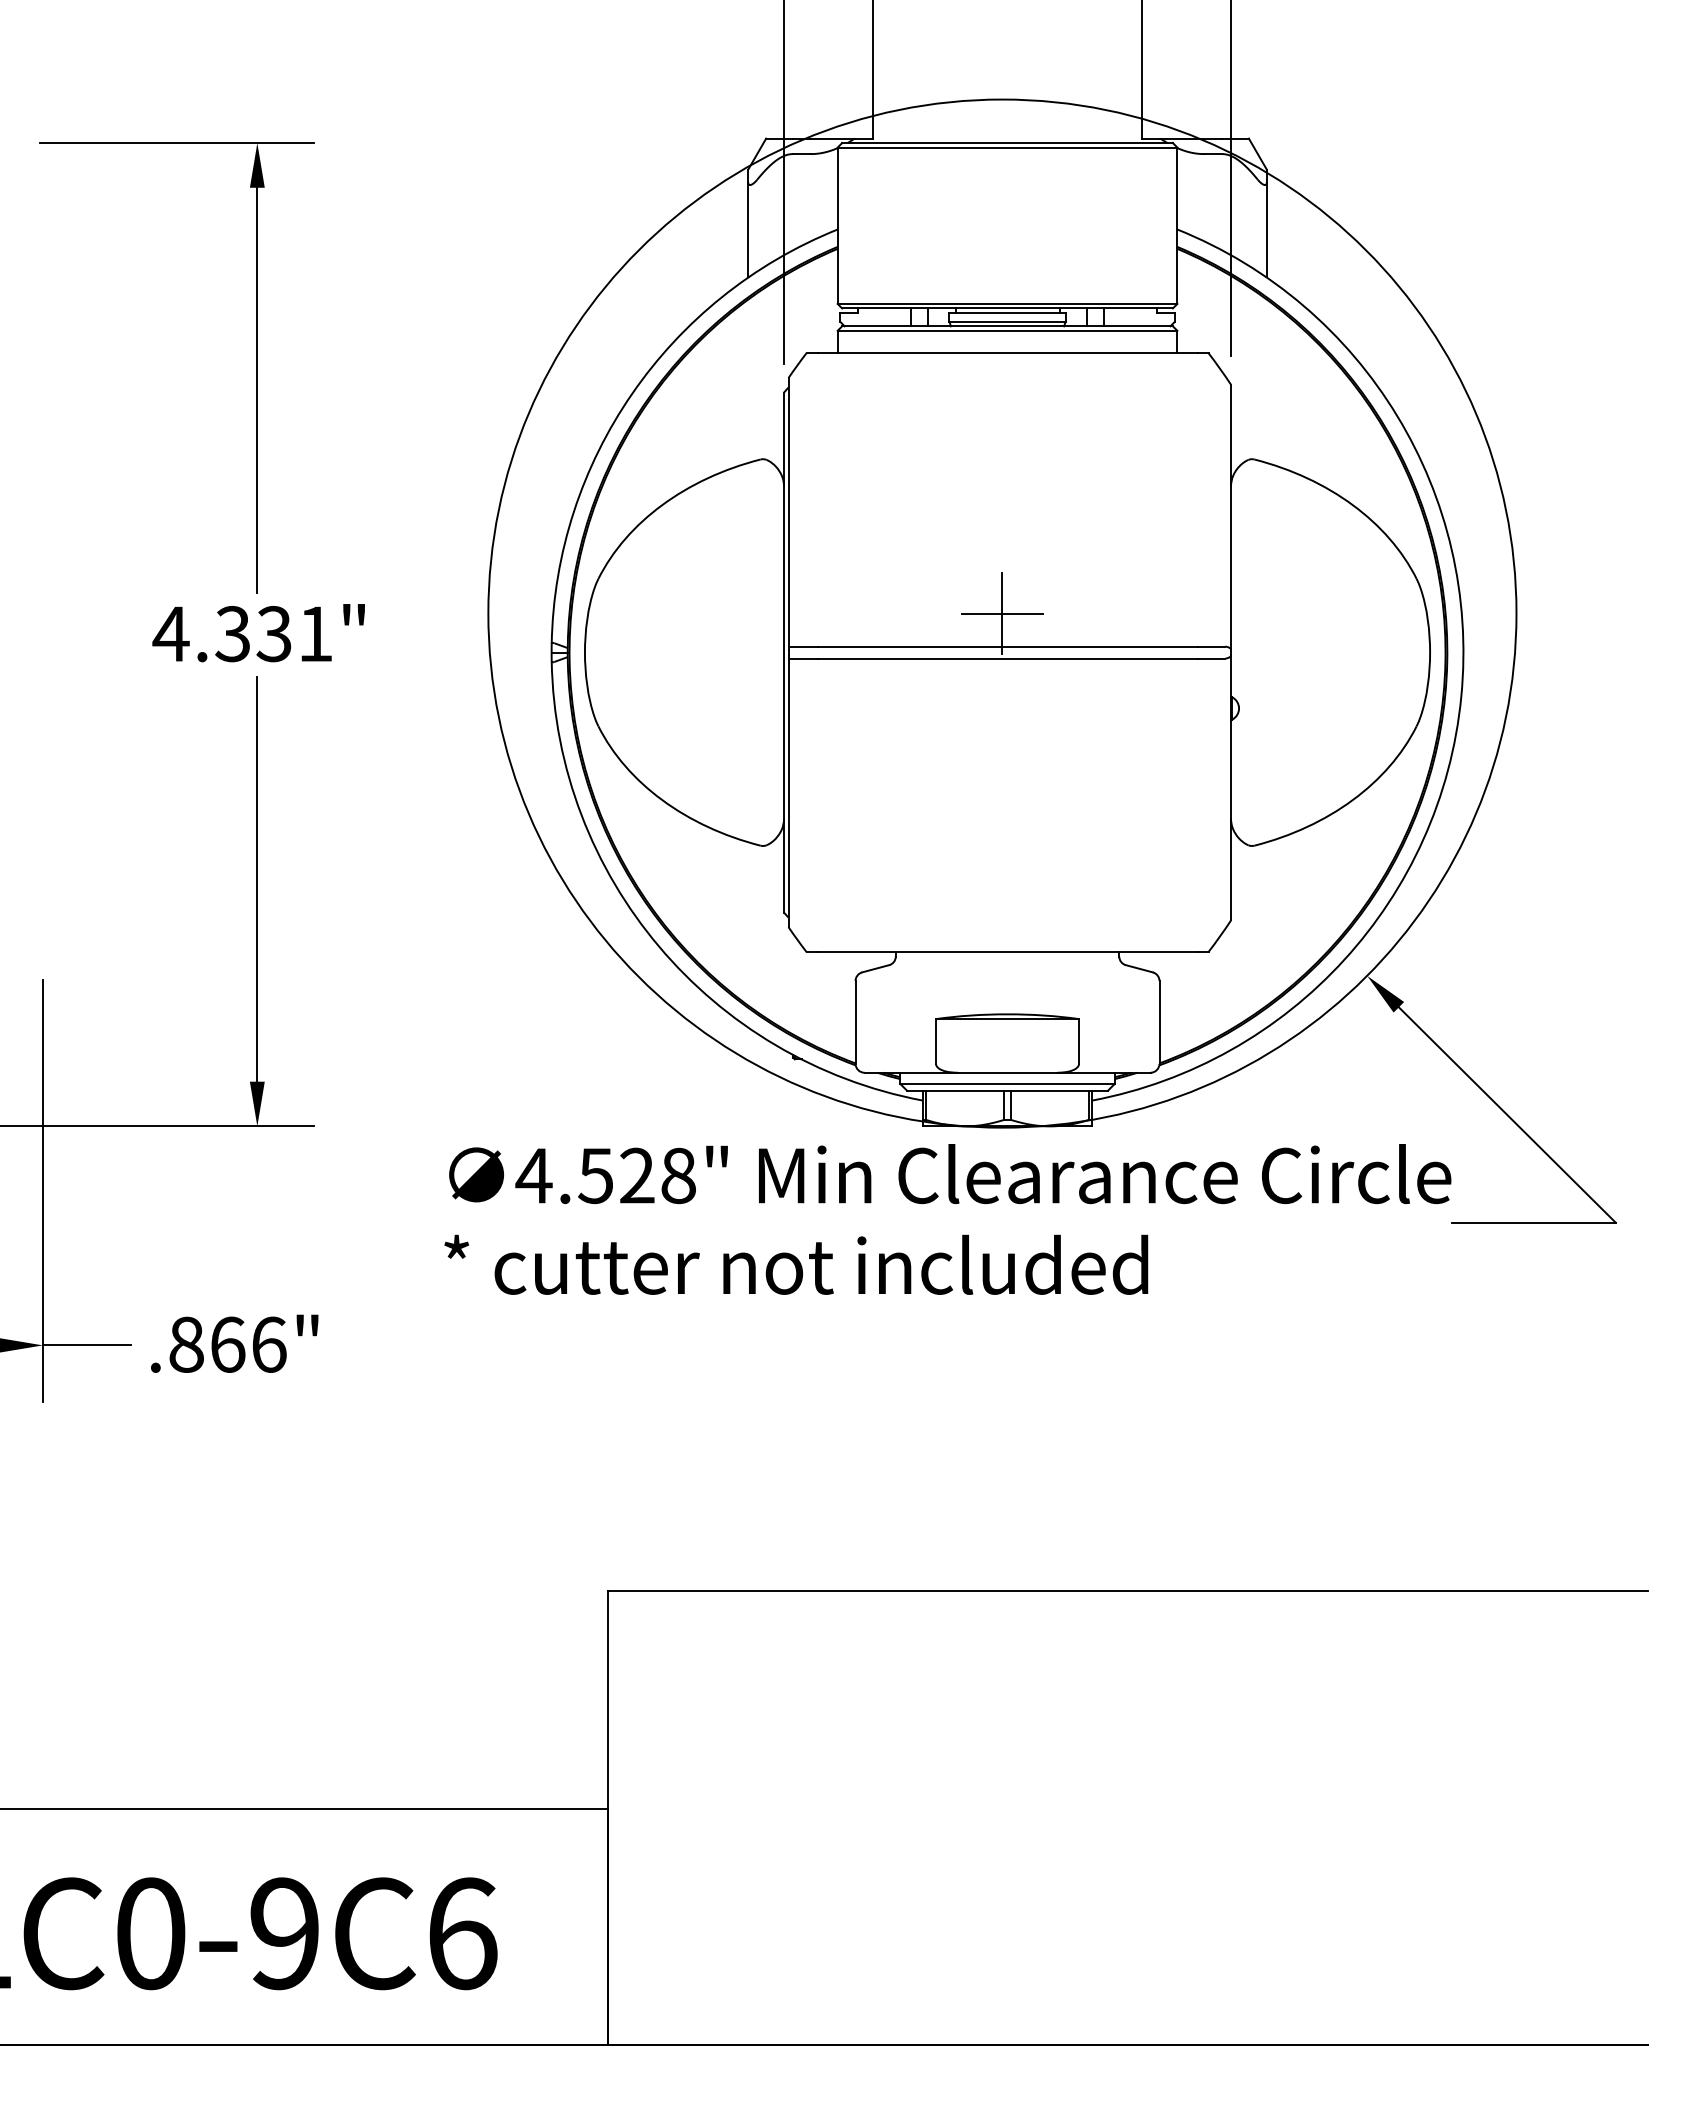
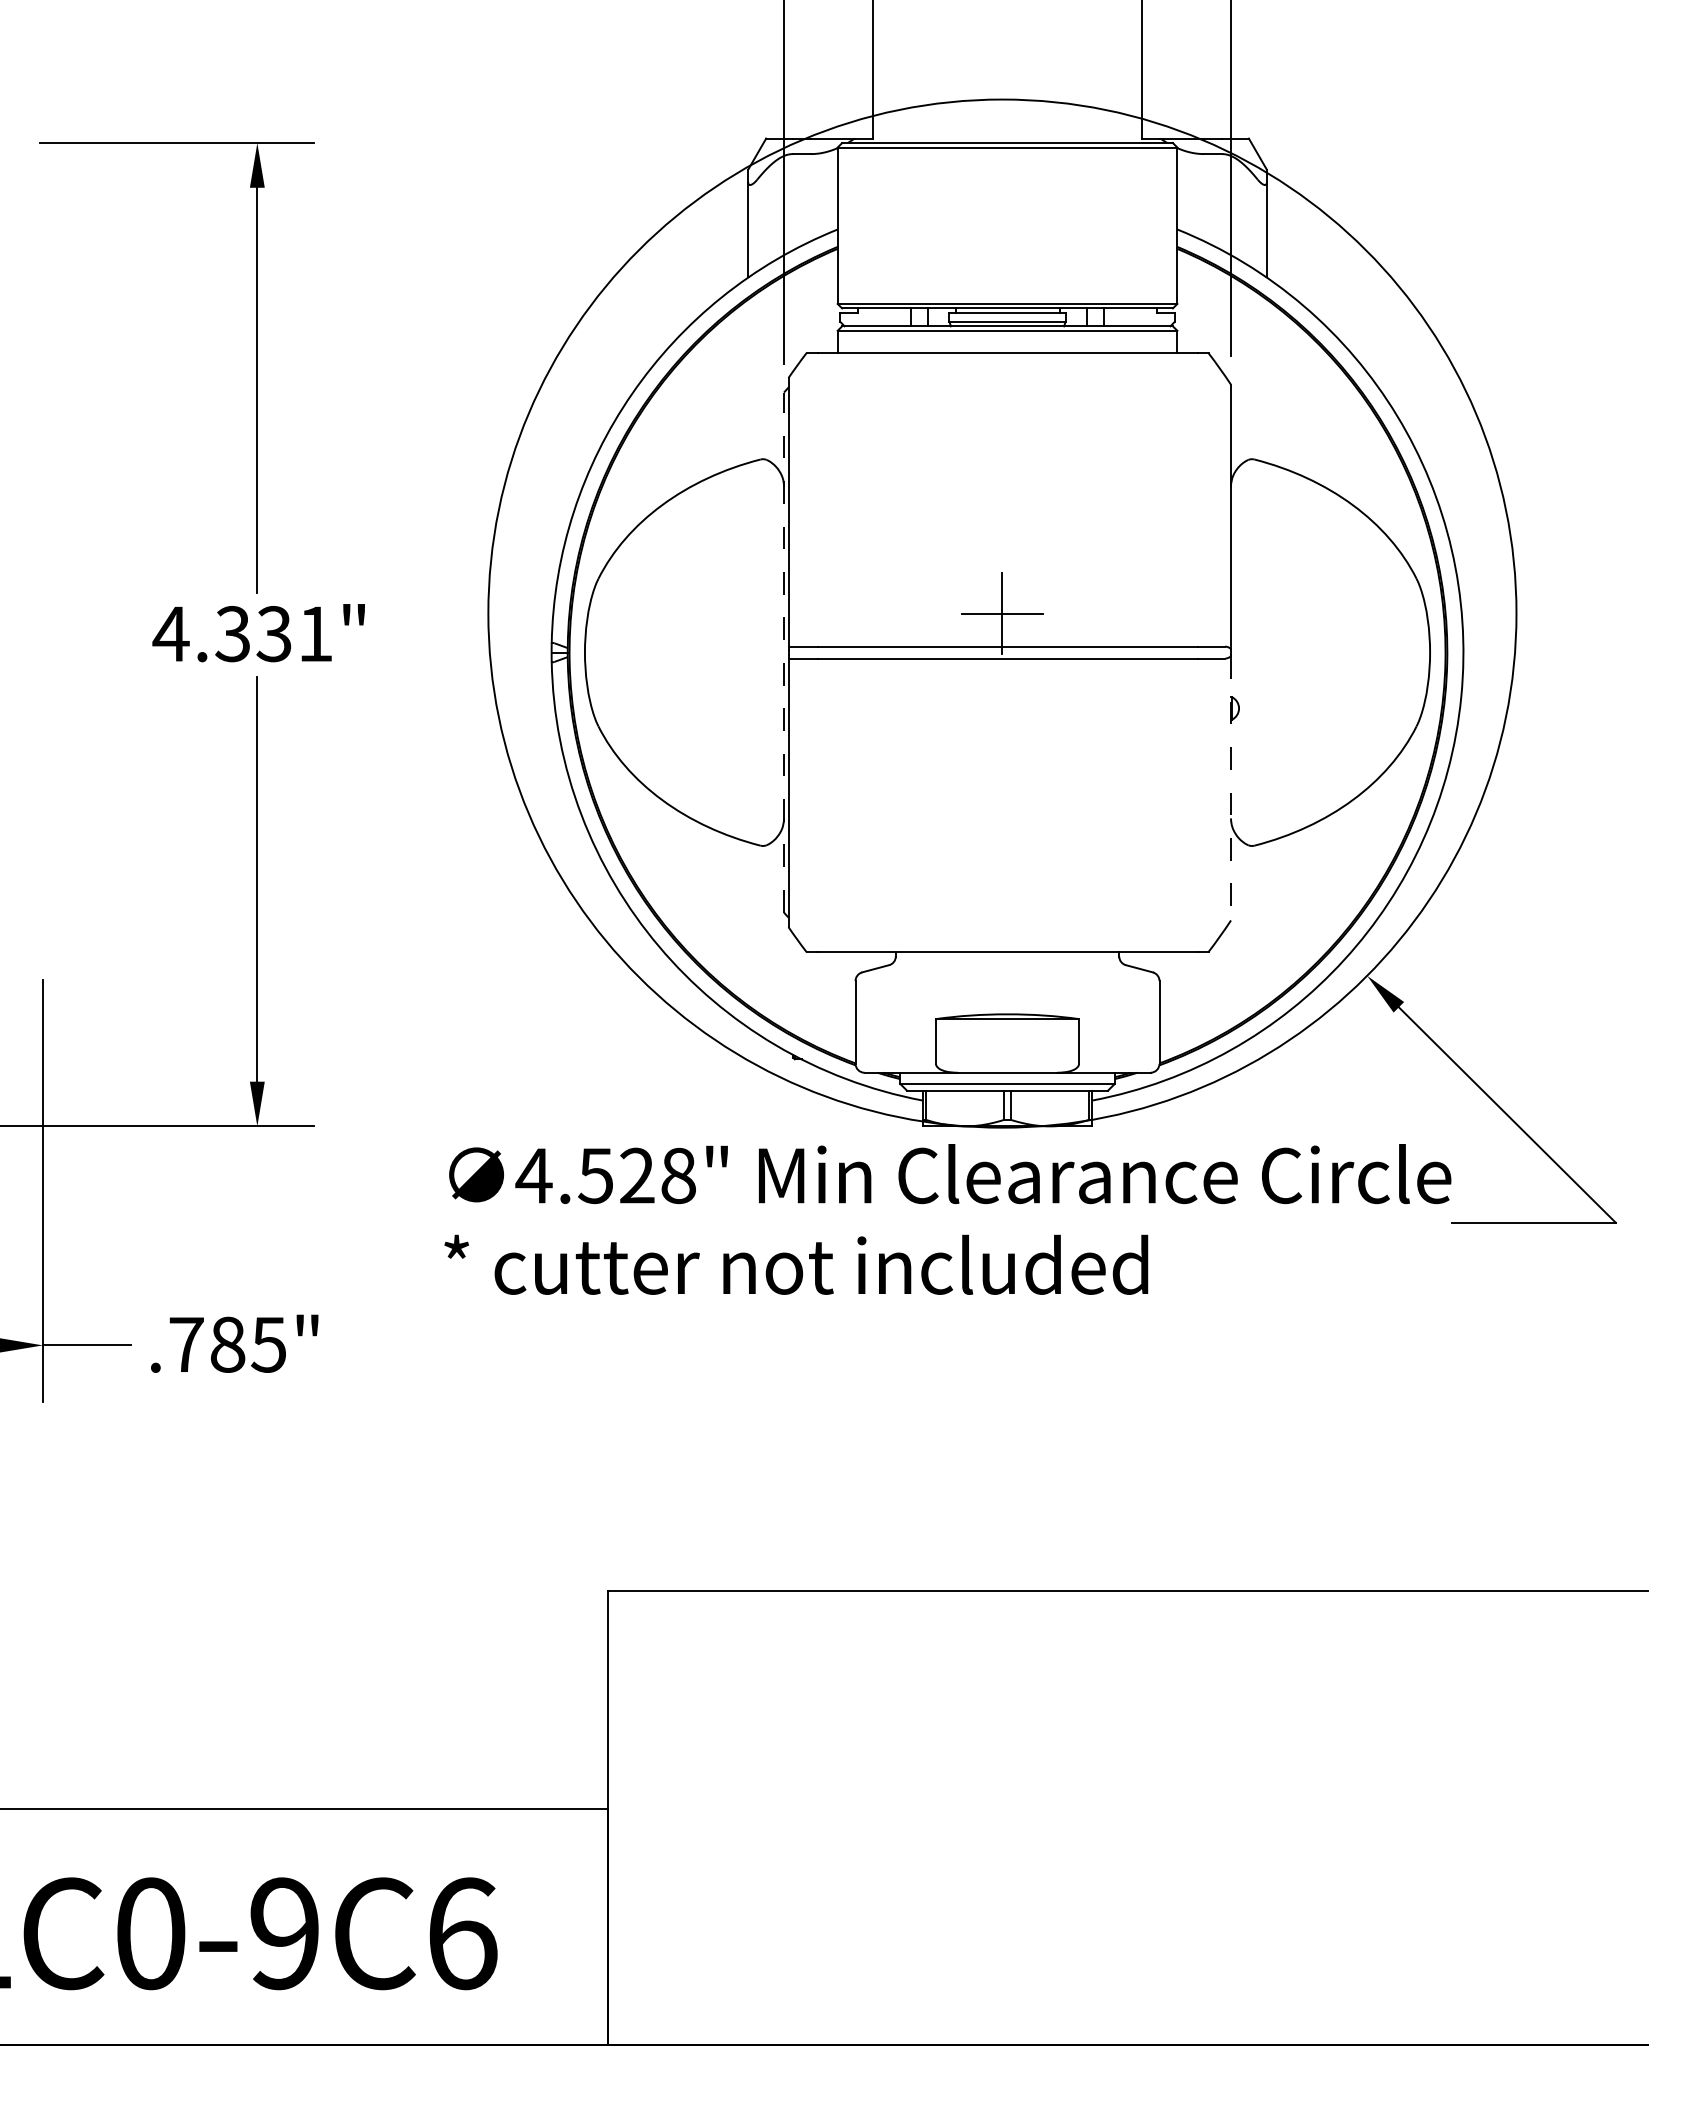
line at (784, 652): solid -> dashed
line at (1231, 788): solid -> dashed
text at (227, 1344): .866" -> .785"
